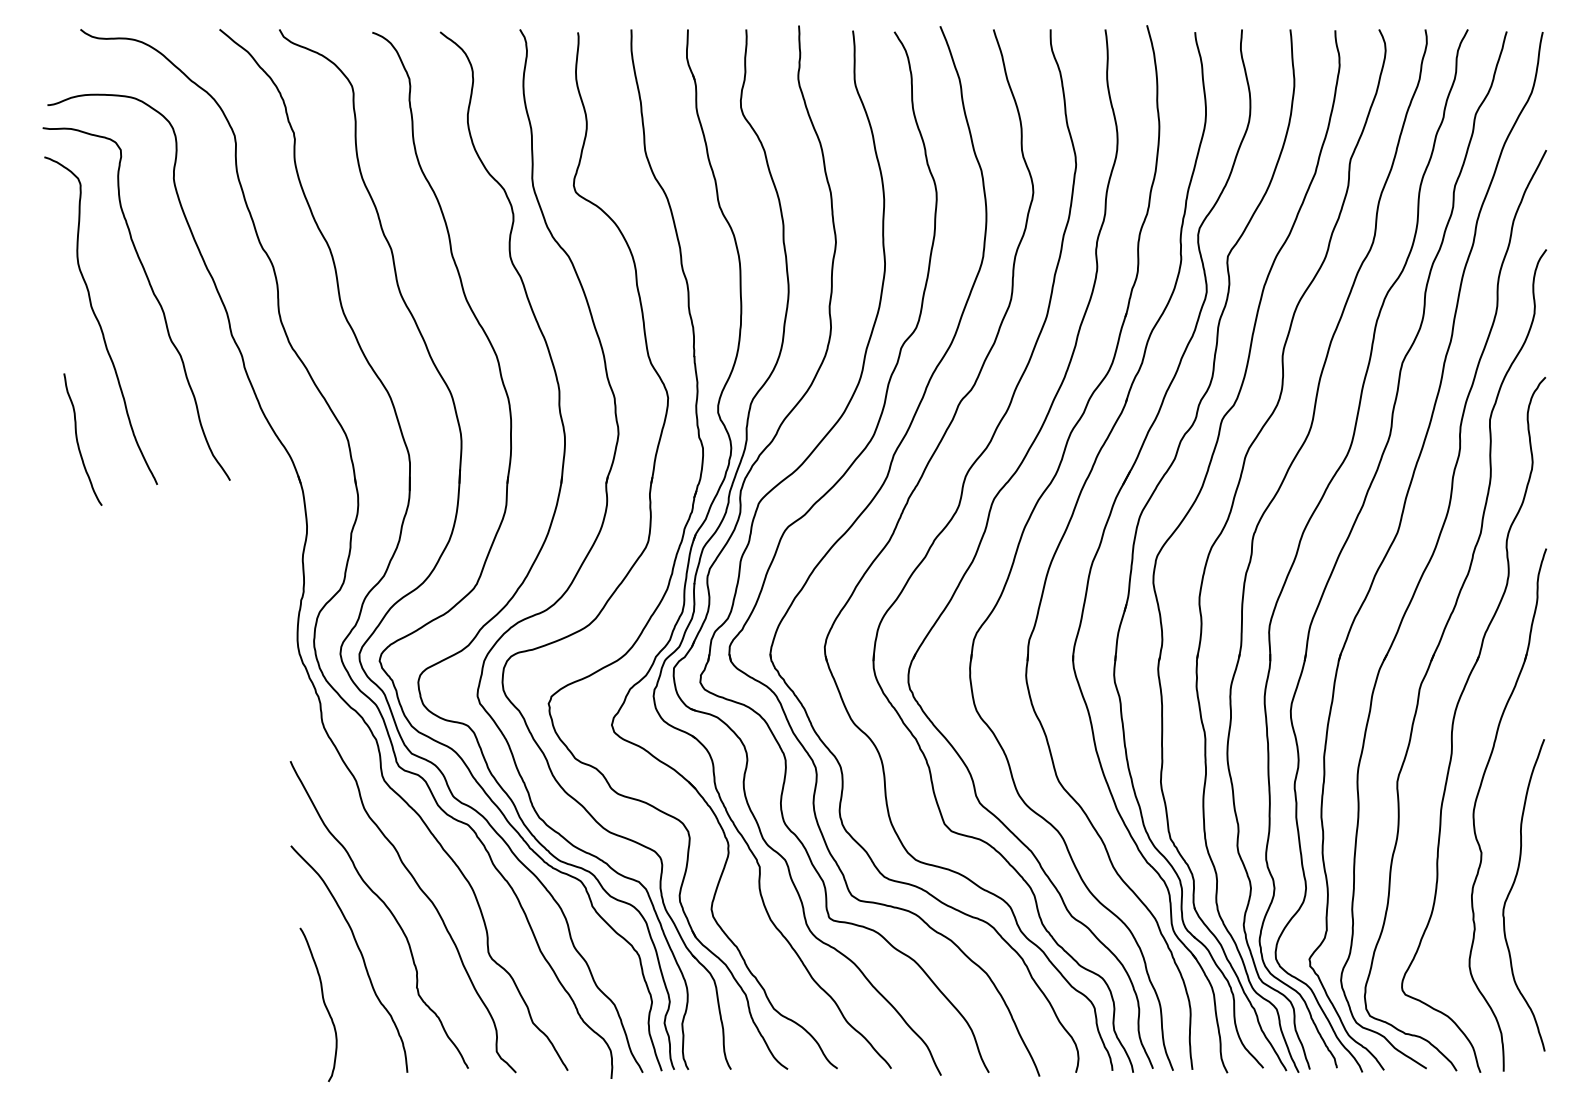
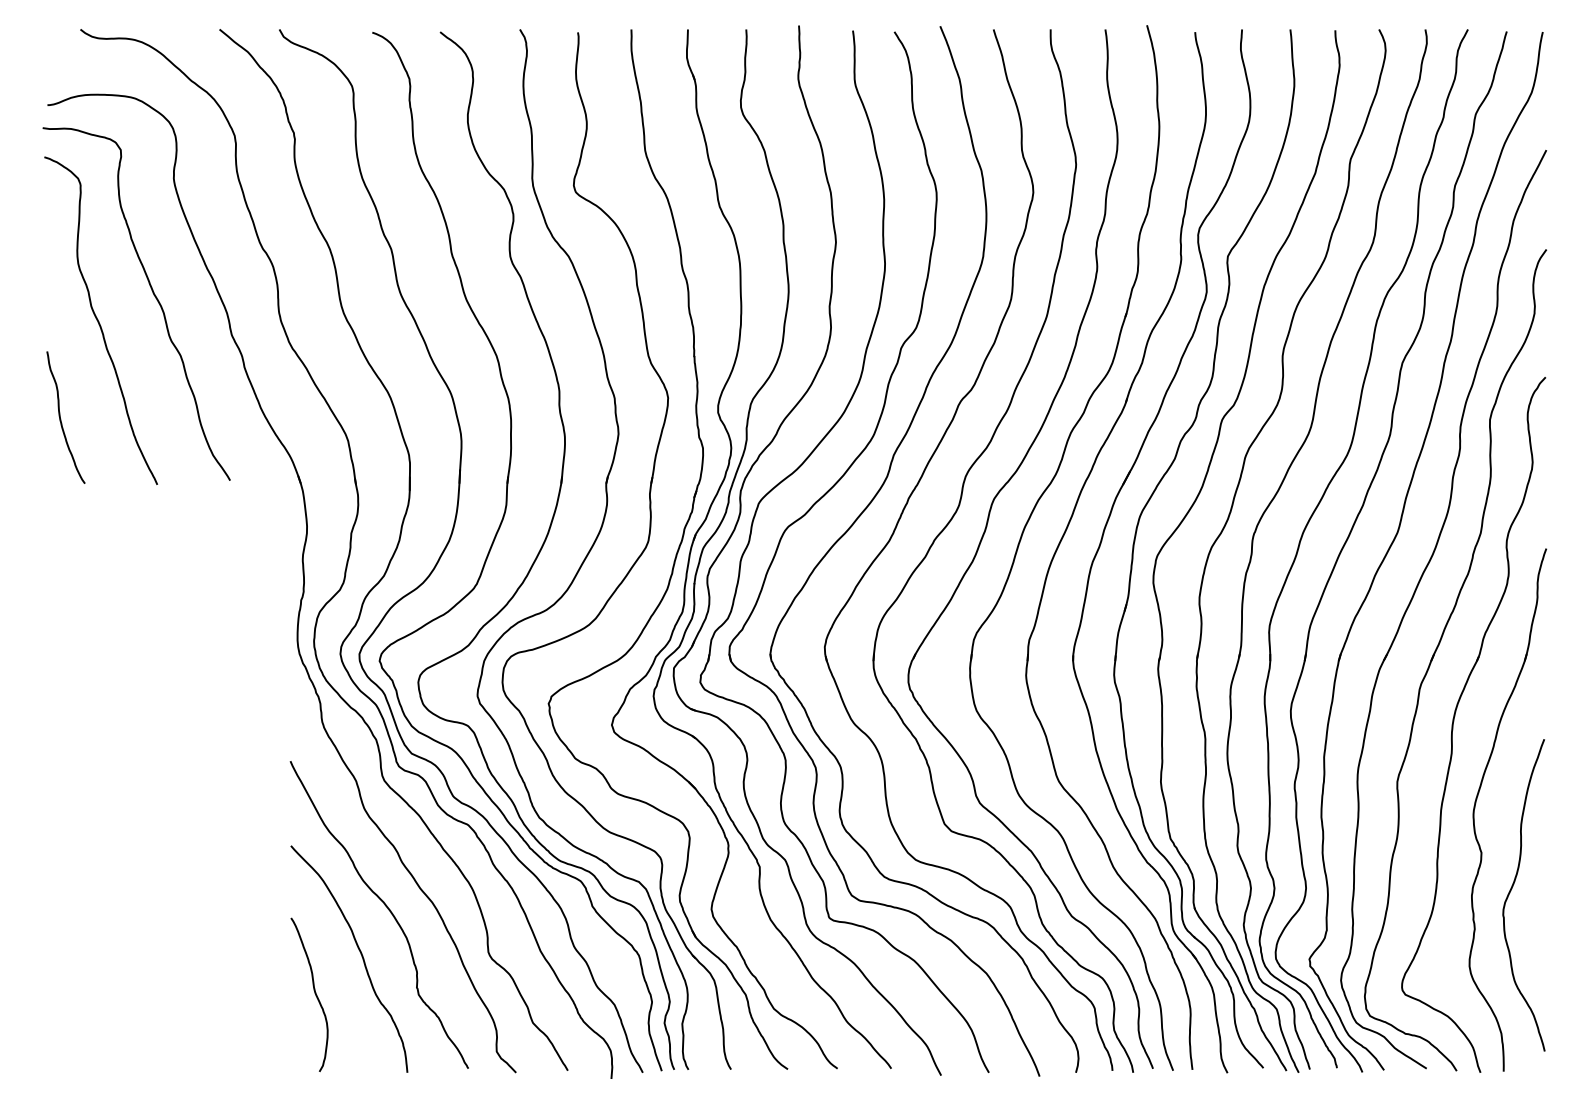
curve at (78, 441) position: (78, 441) -> (61, 419)
curve at (323, 1003) position: (323, 1003) -> (314, 993)
